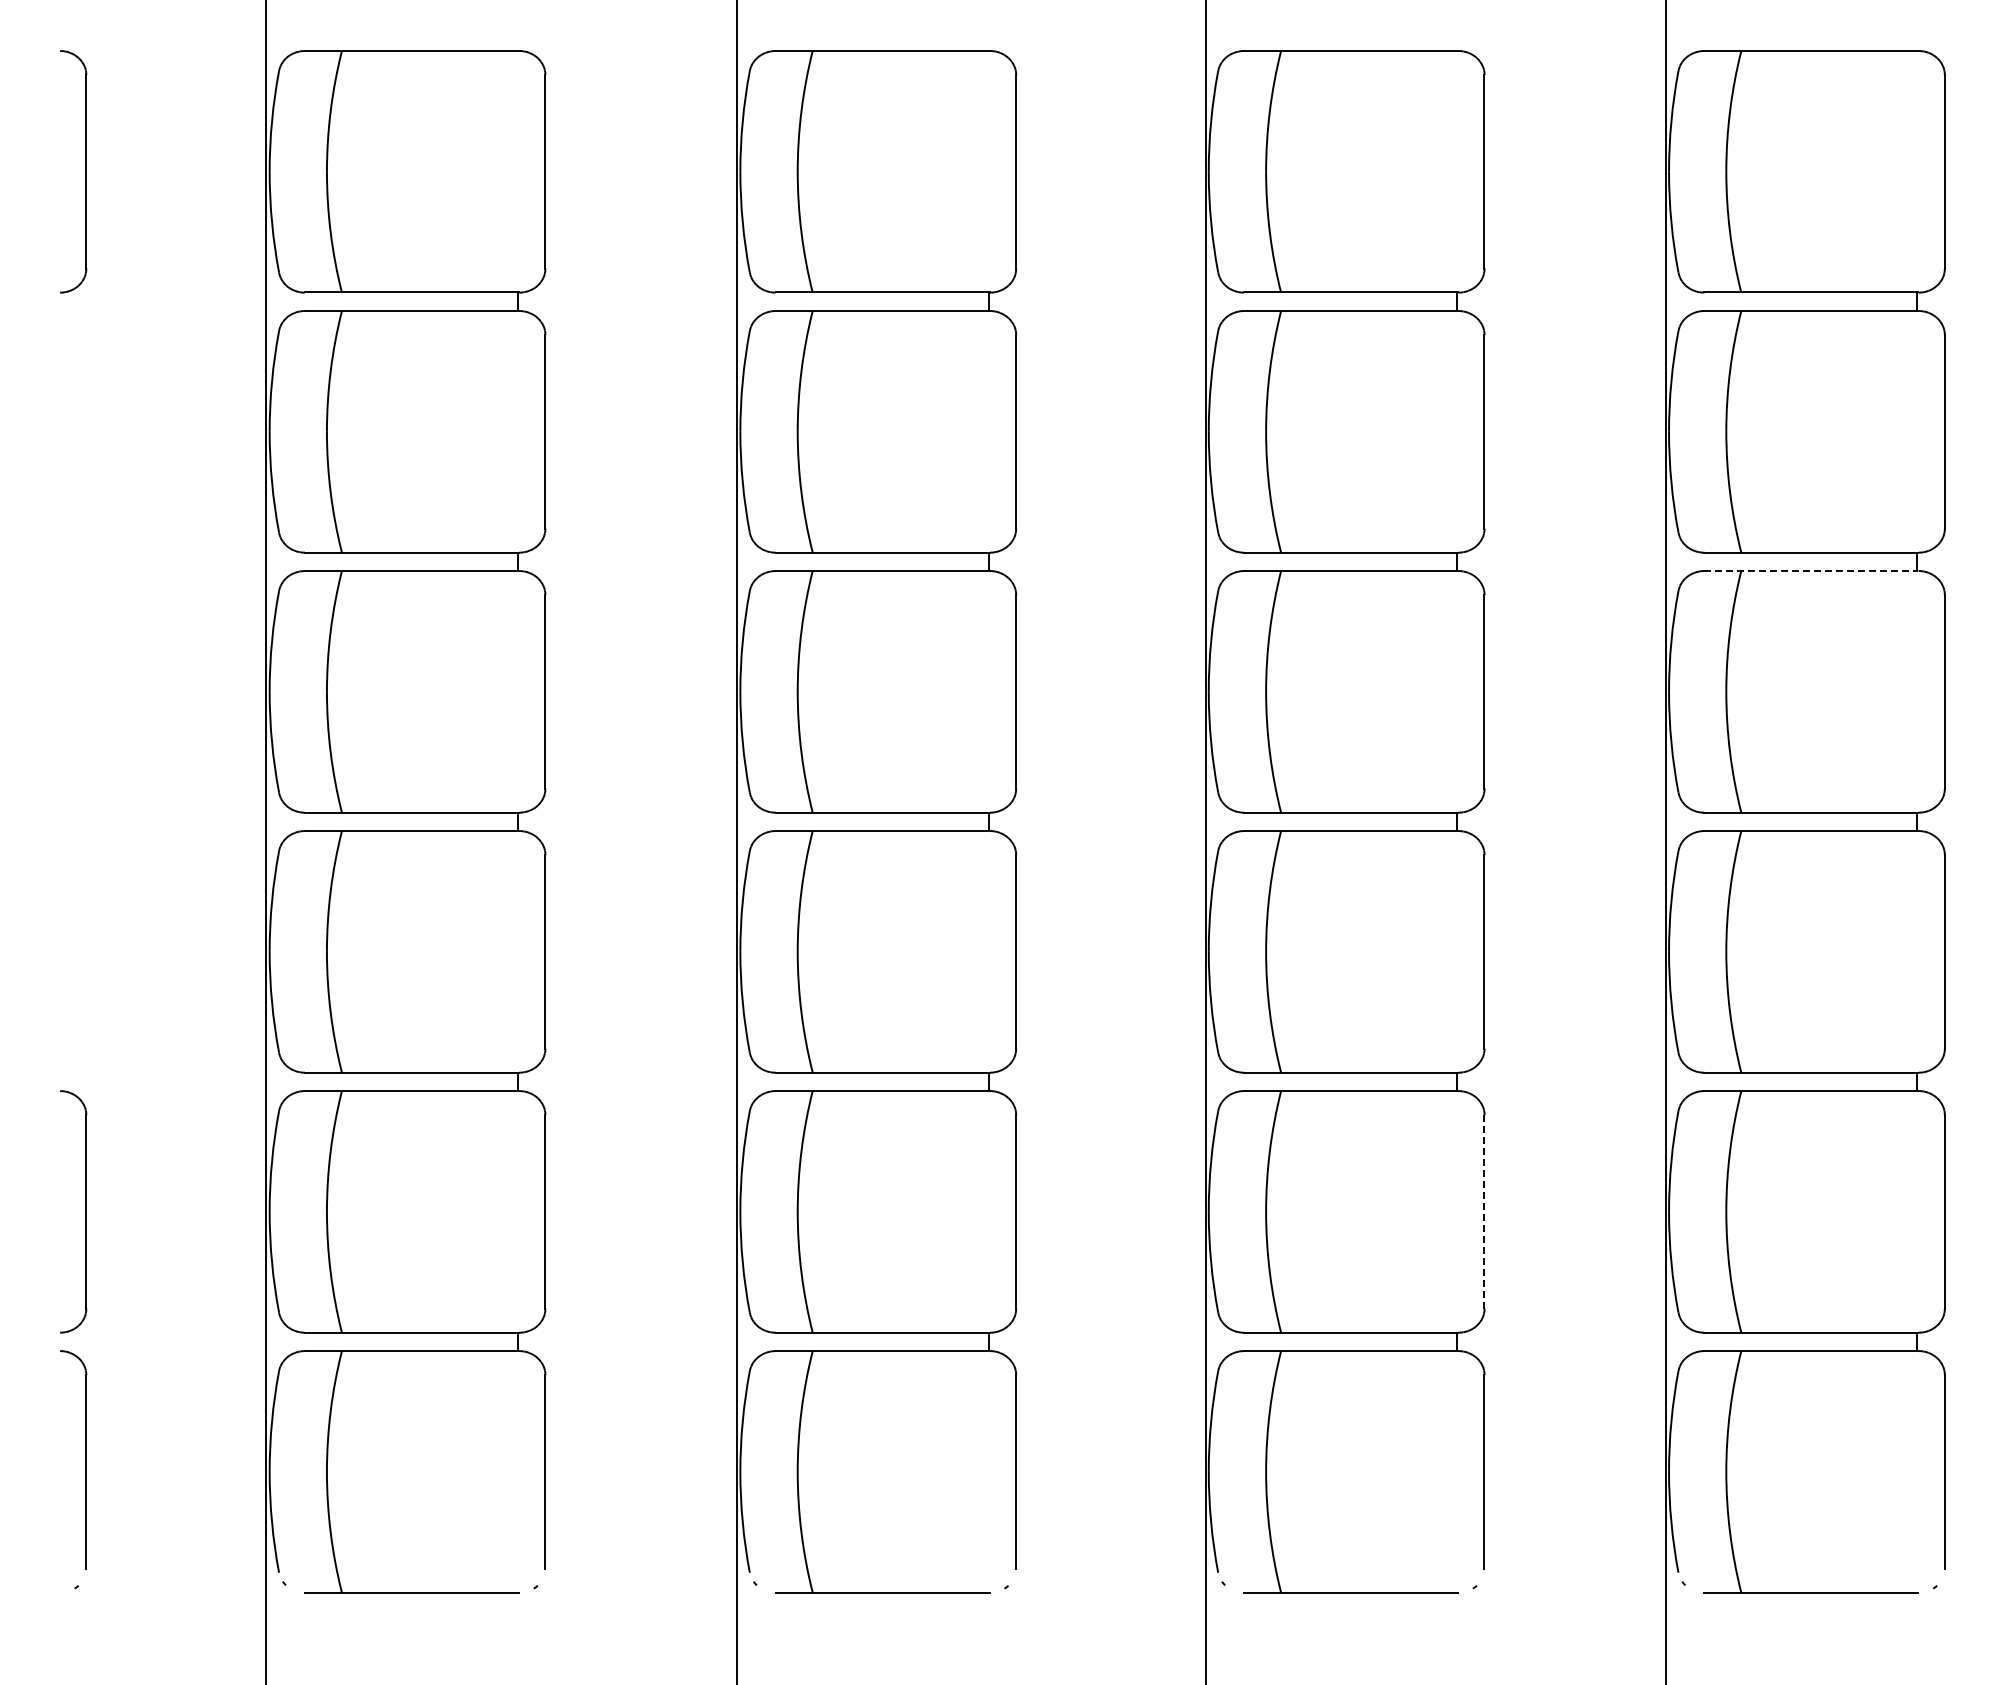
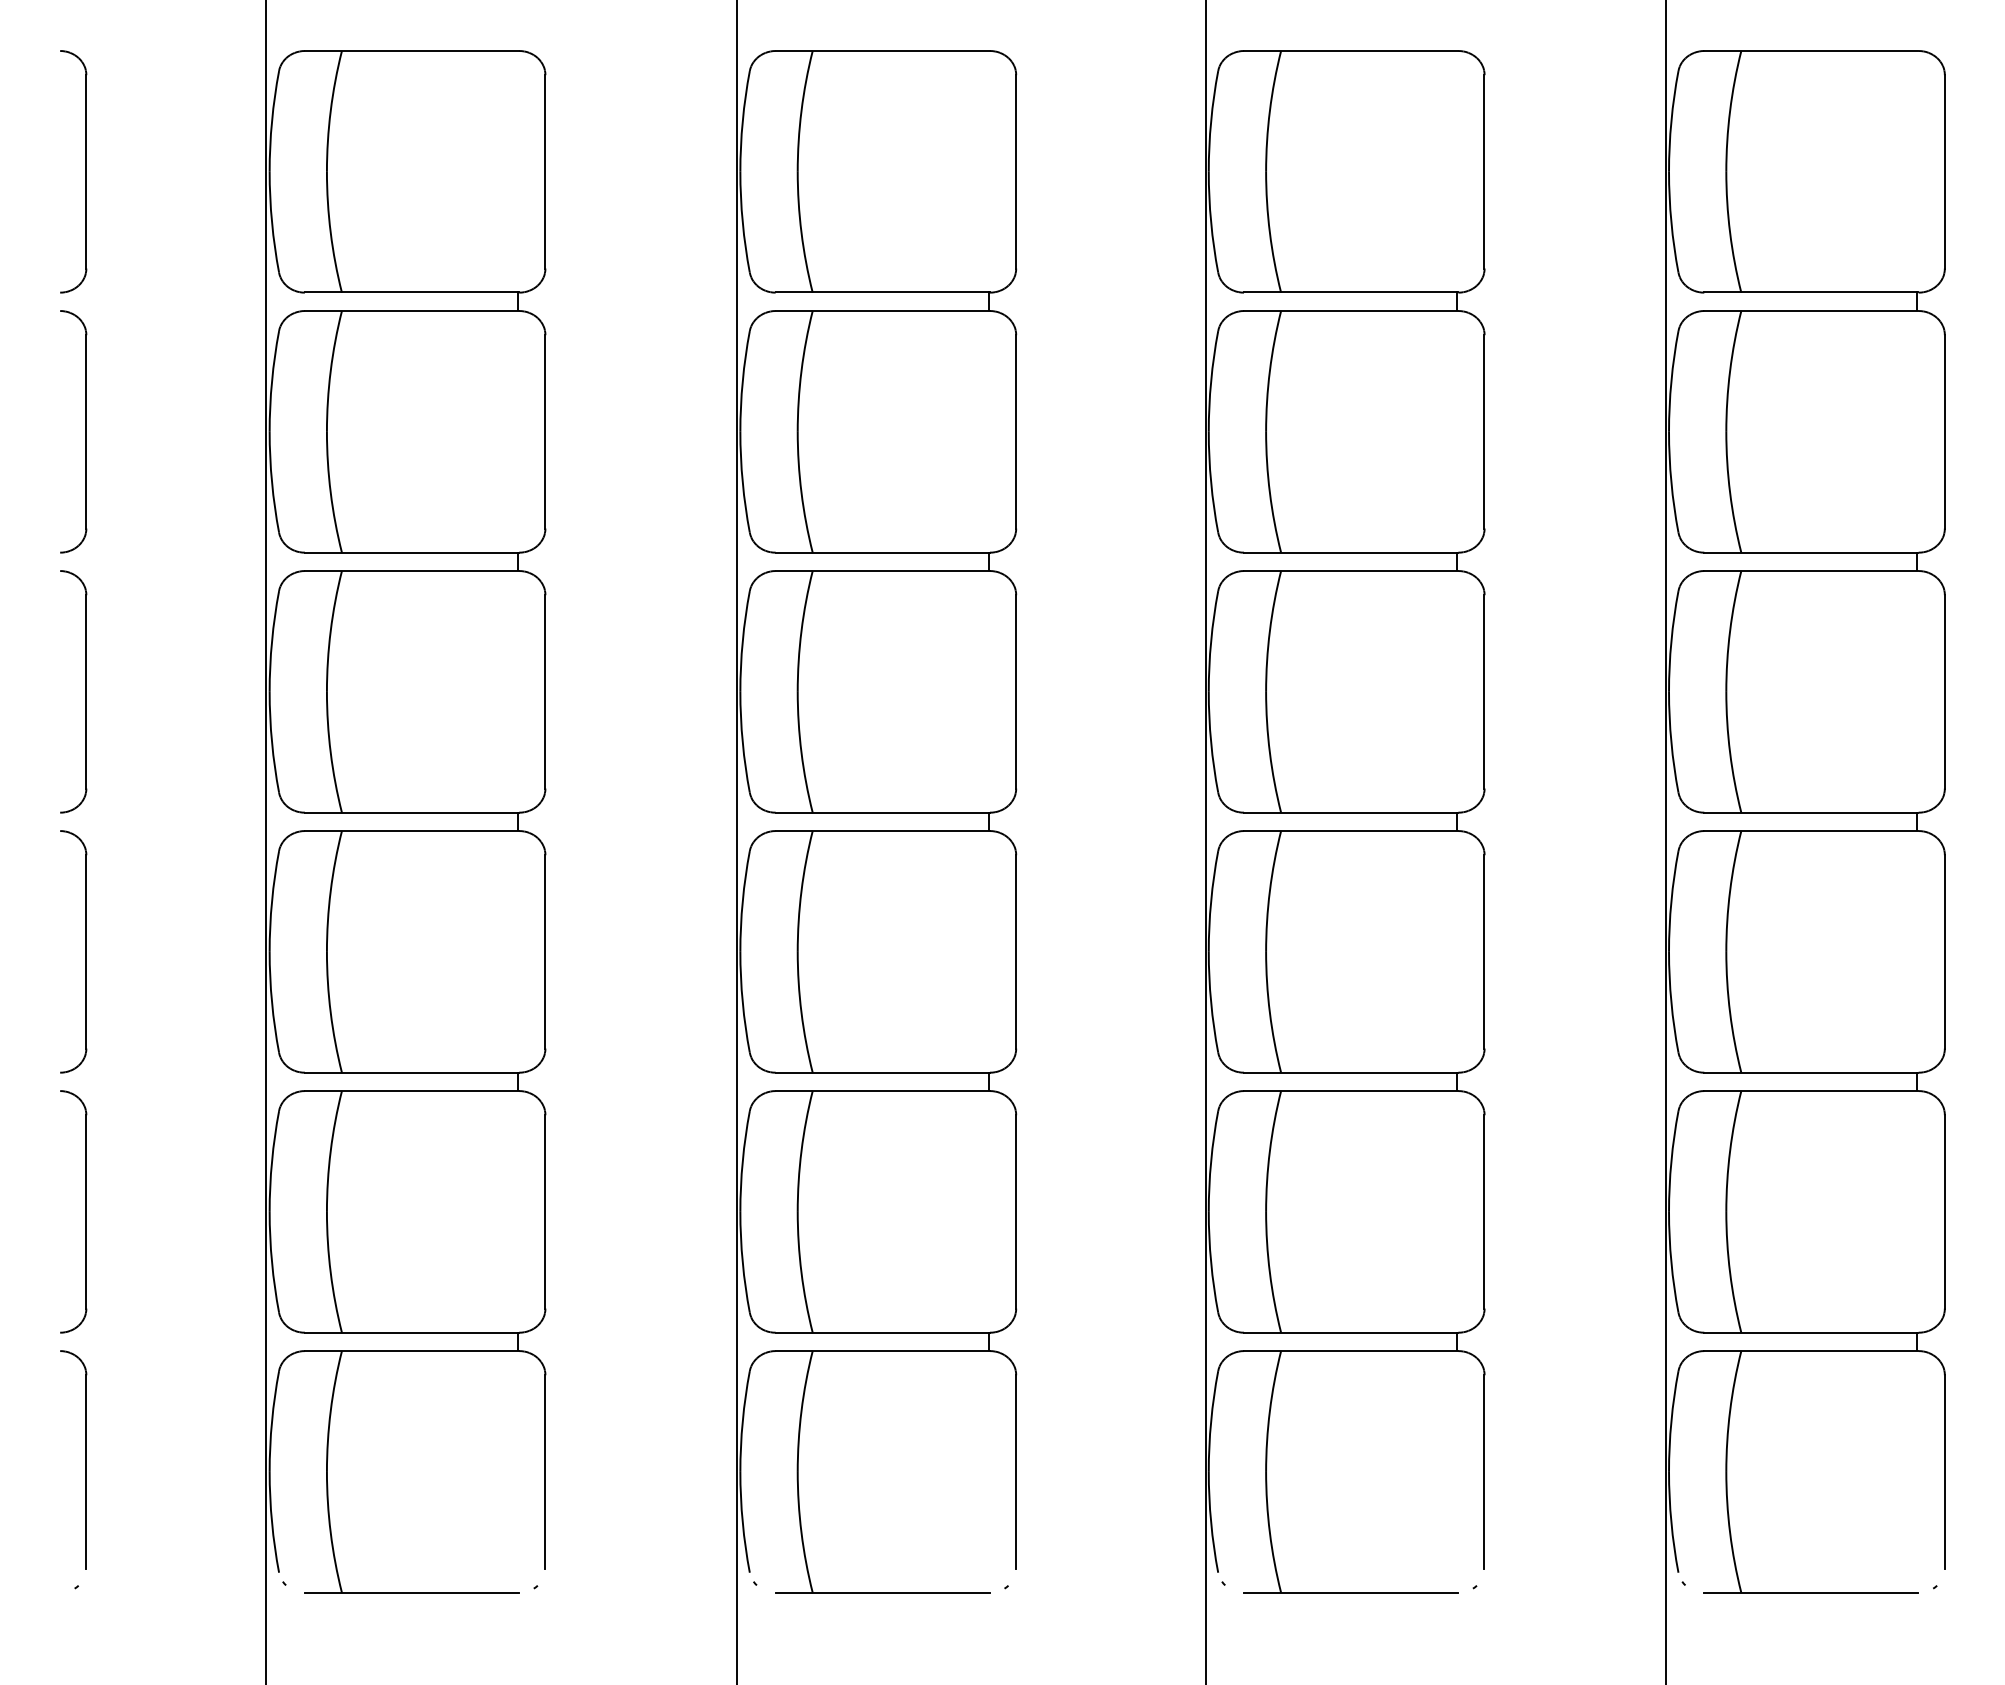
part at (85, 431): none -> present
line at (1811, 571): dashed -> solid
part at (85, 691): none -> present
part at (85, 951): none -> present
line at (1484, 1211): dashed -> solid
